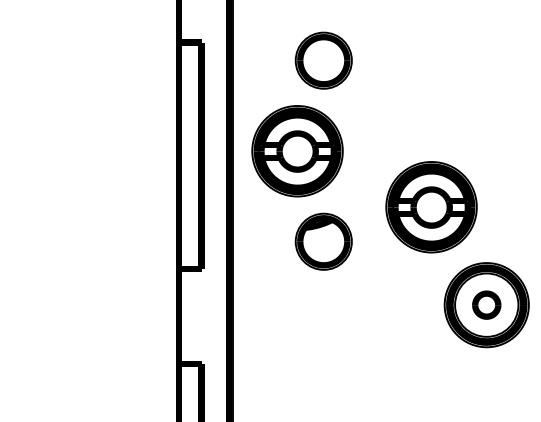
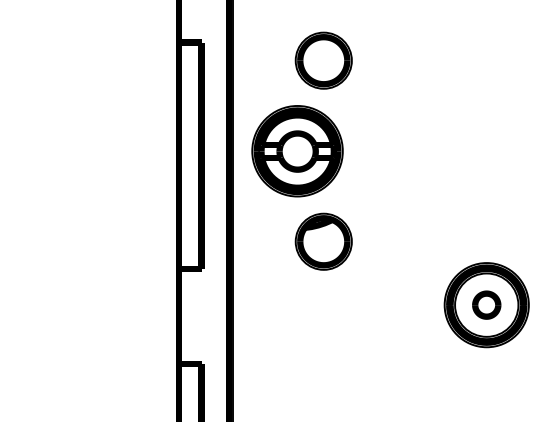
part at (431, 207): present -> none
